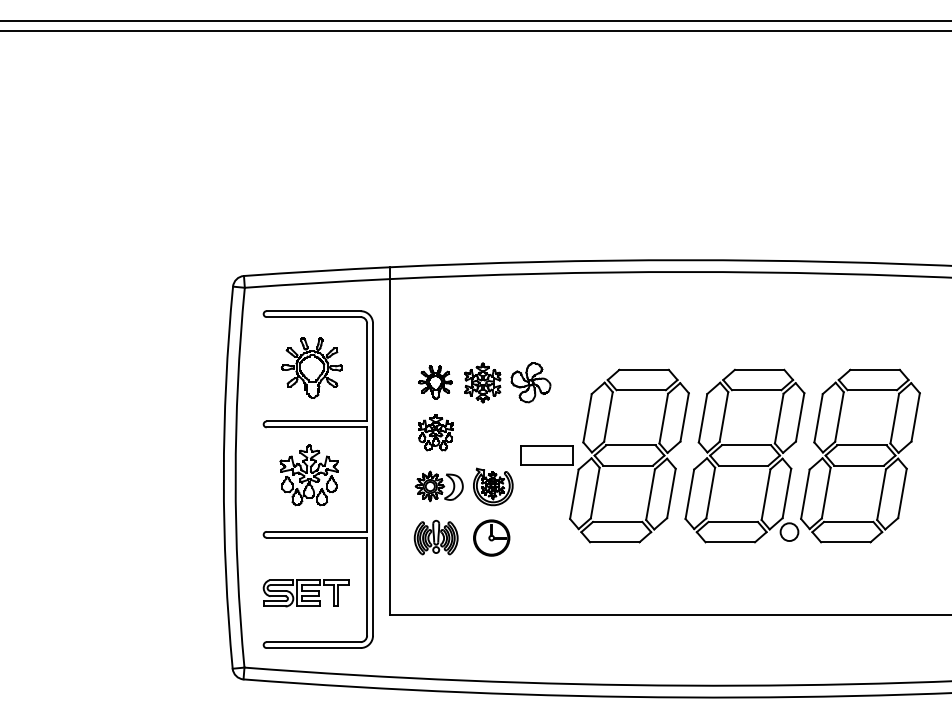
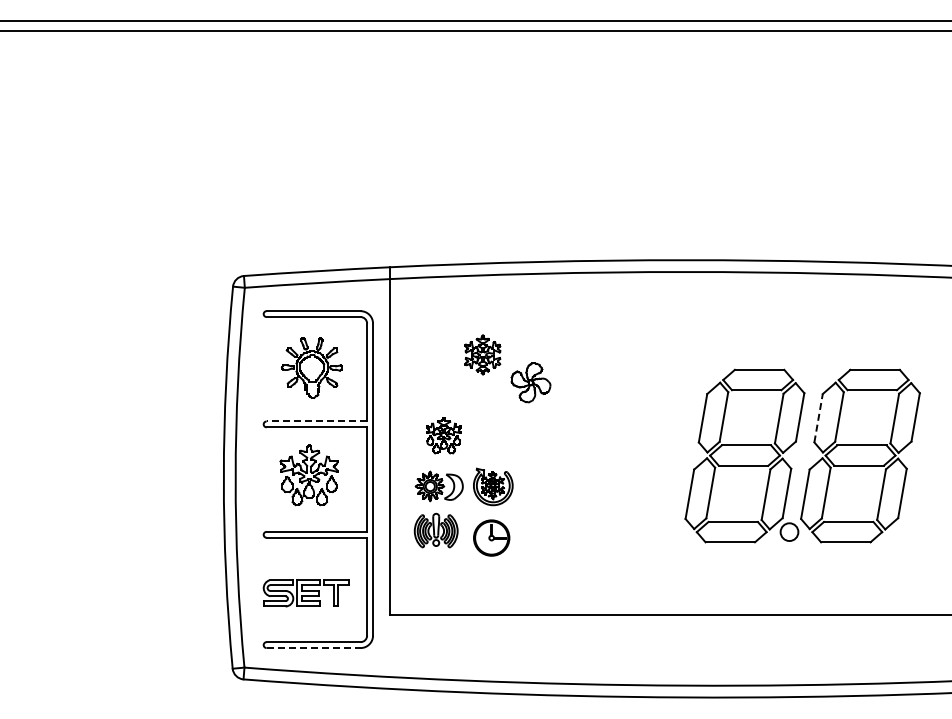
part at (435, 382): present -> none
part at (482, 382) position: (482, 382) -> (482, 354)
line at (818, 418): solid -> dashed
line at (316, 421): solid -> dashed
part at (435, 432) position: (435, 432) -> (443, 435)
part at (604, 455): present -> none
part at (435, 537) position: (435, 537) -> (435, 530)
line at (313, 648): solid -> dashed
